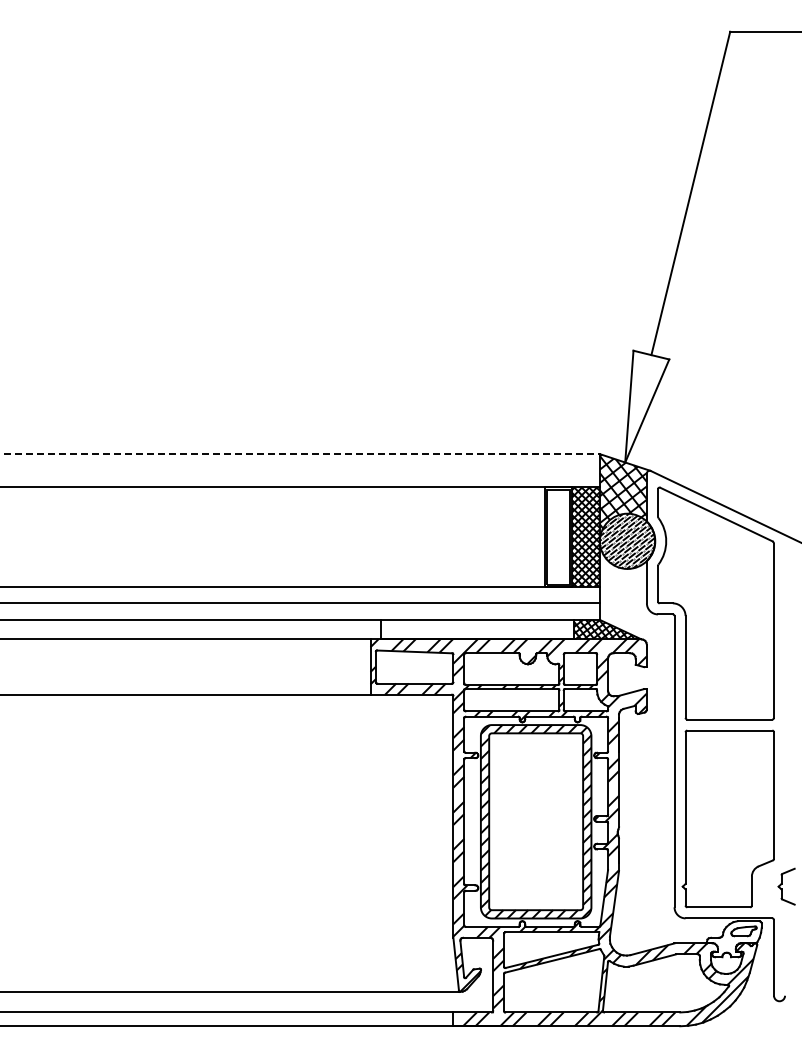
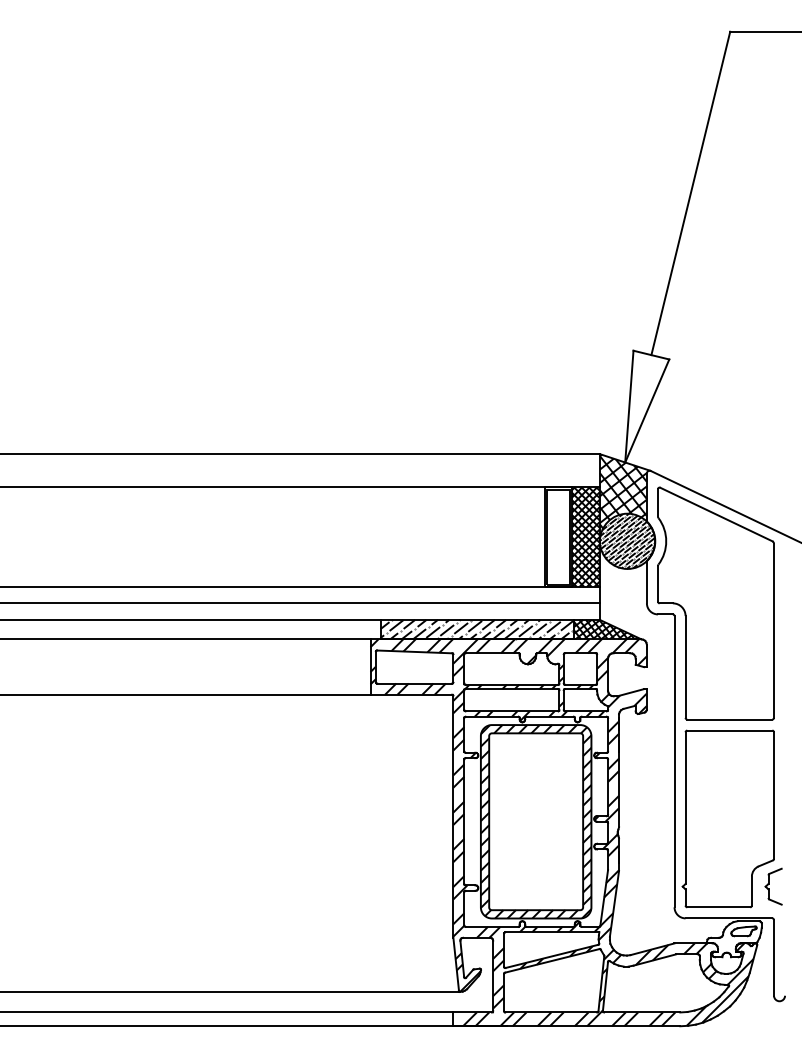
line at (300, 454): dashed -> solid
hatch at (476, 629): none -> present
part at (786, 886) position: (786, 886) -> (773, 886)
